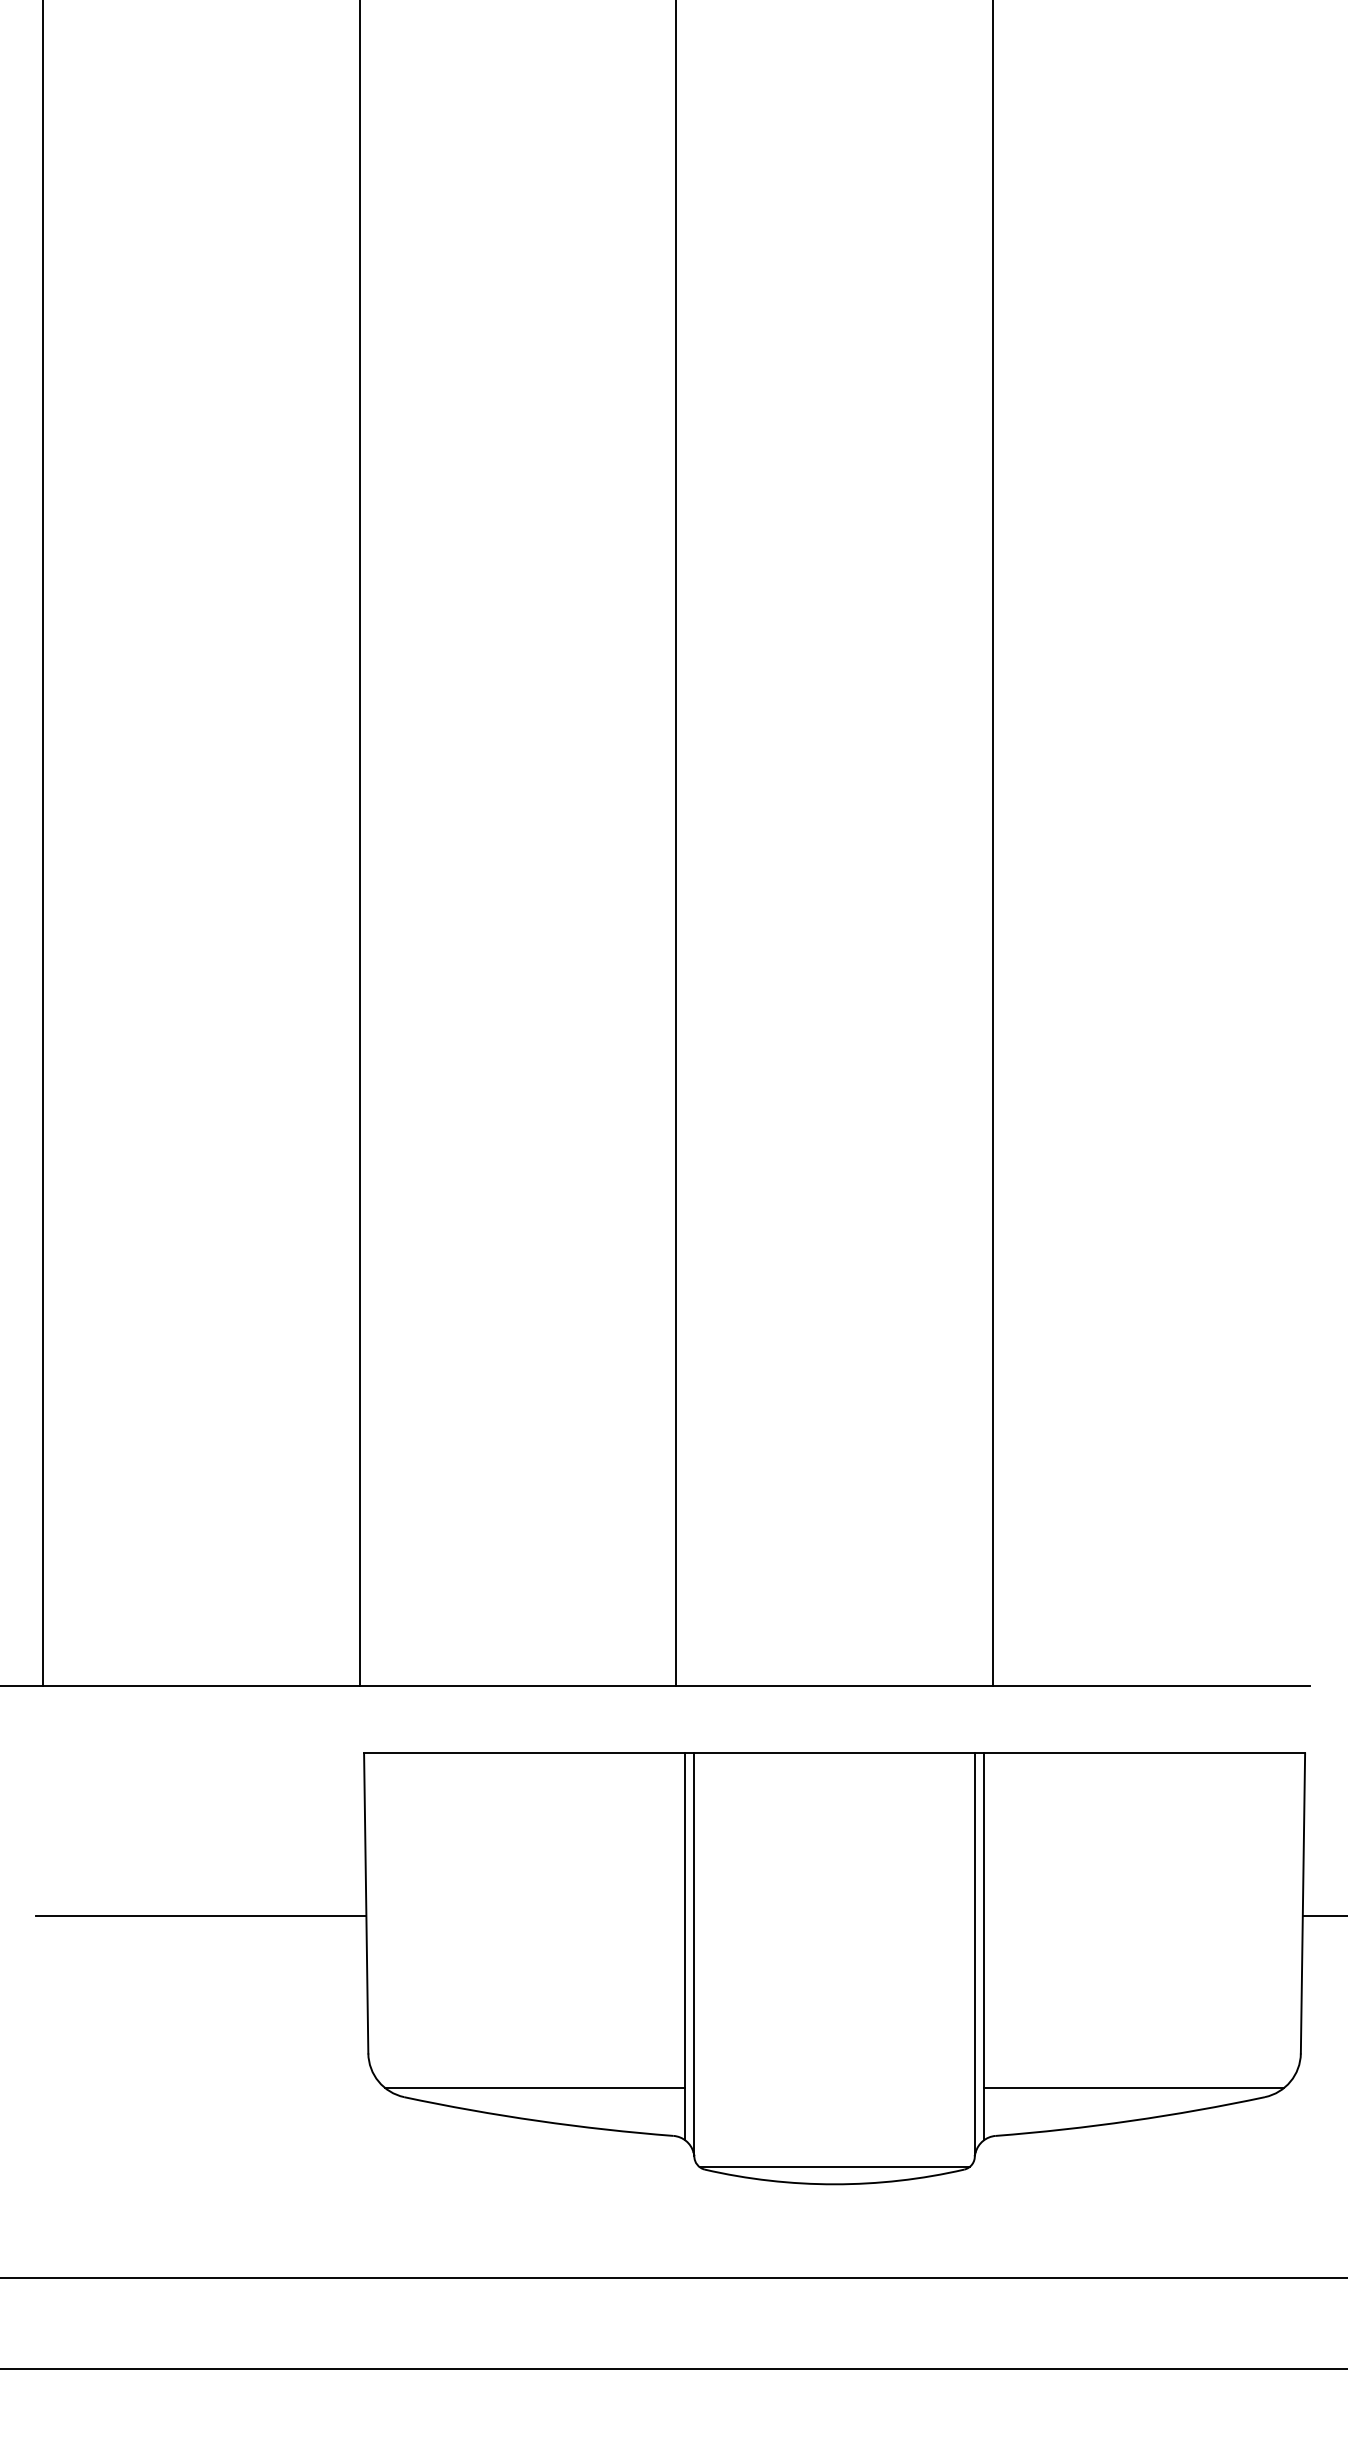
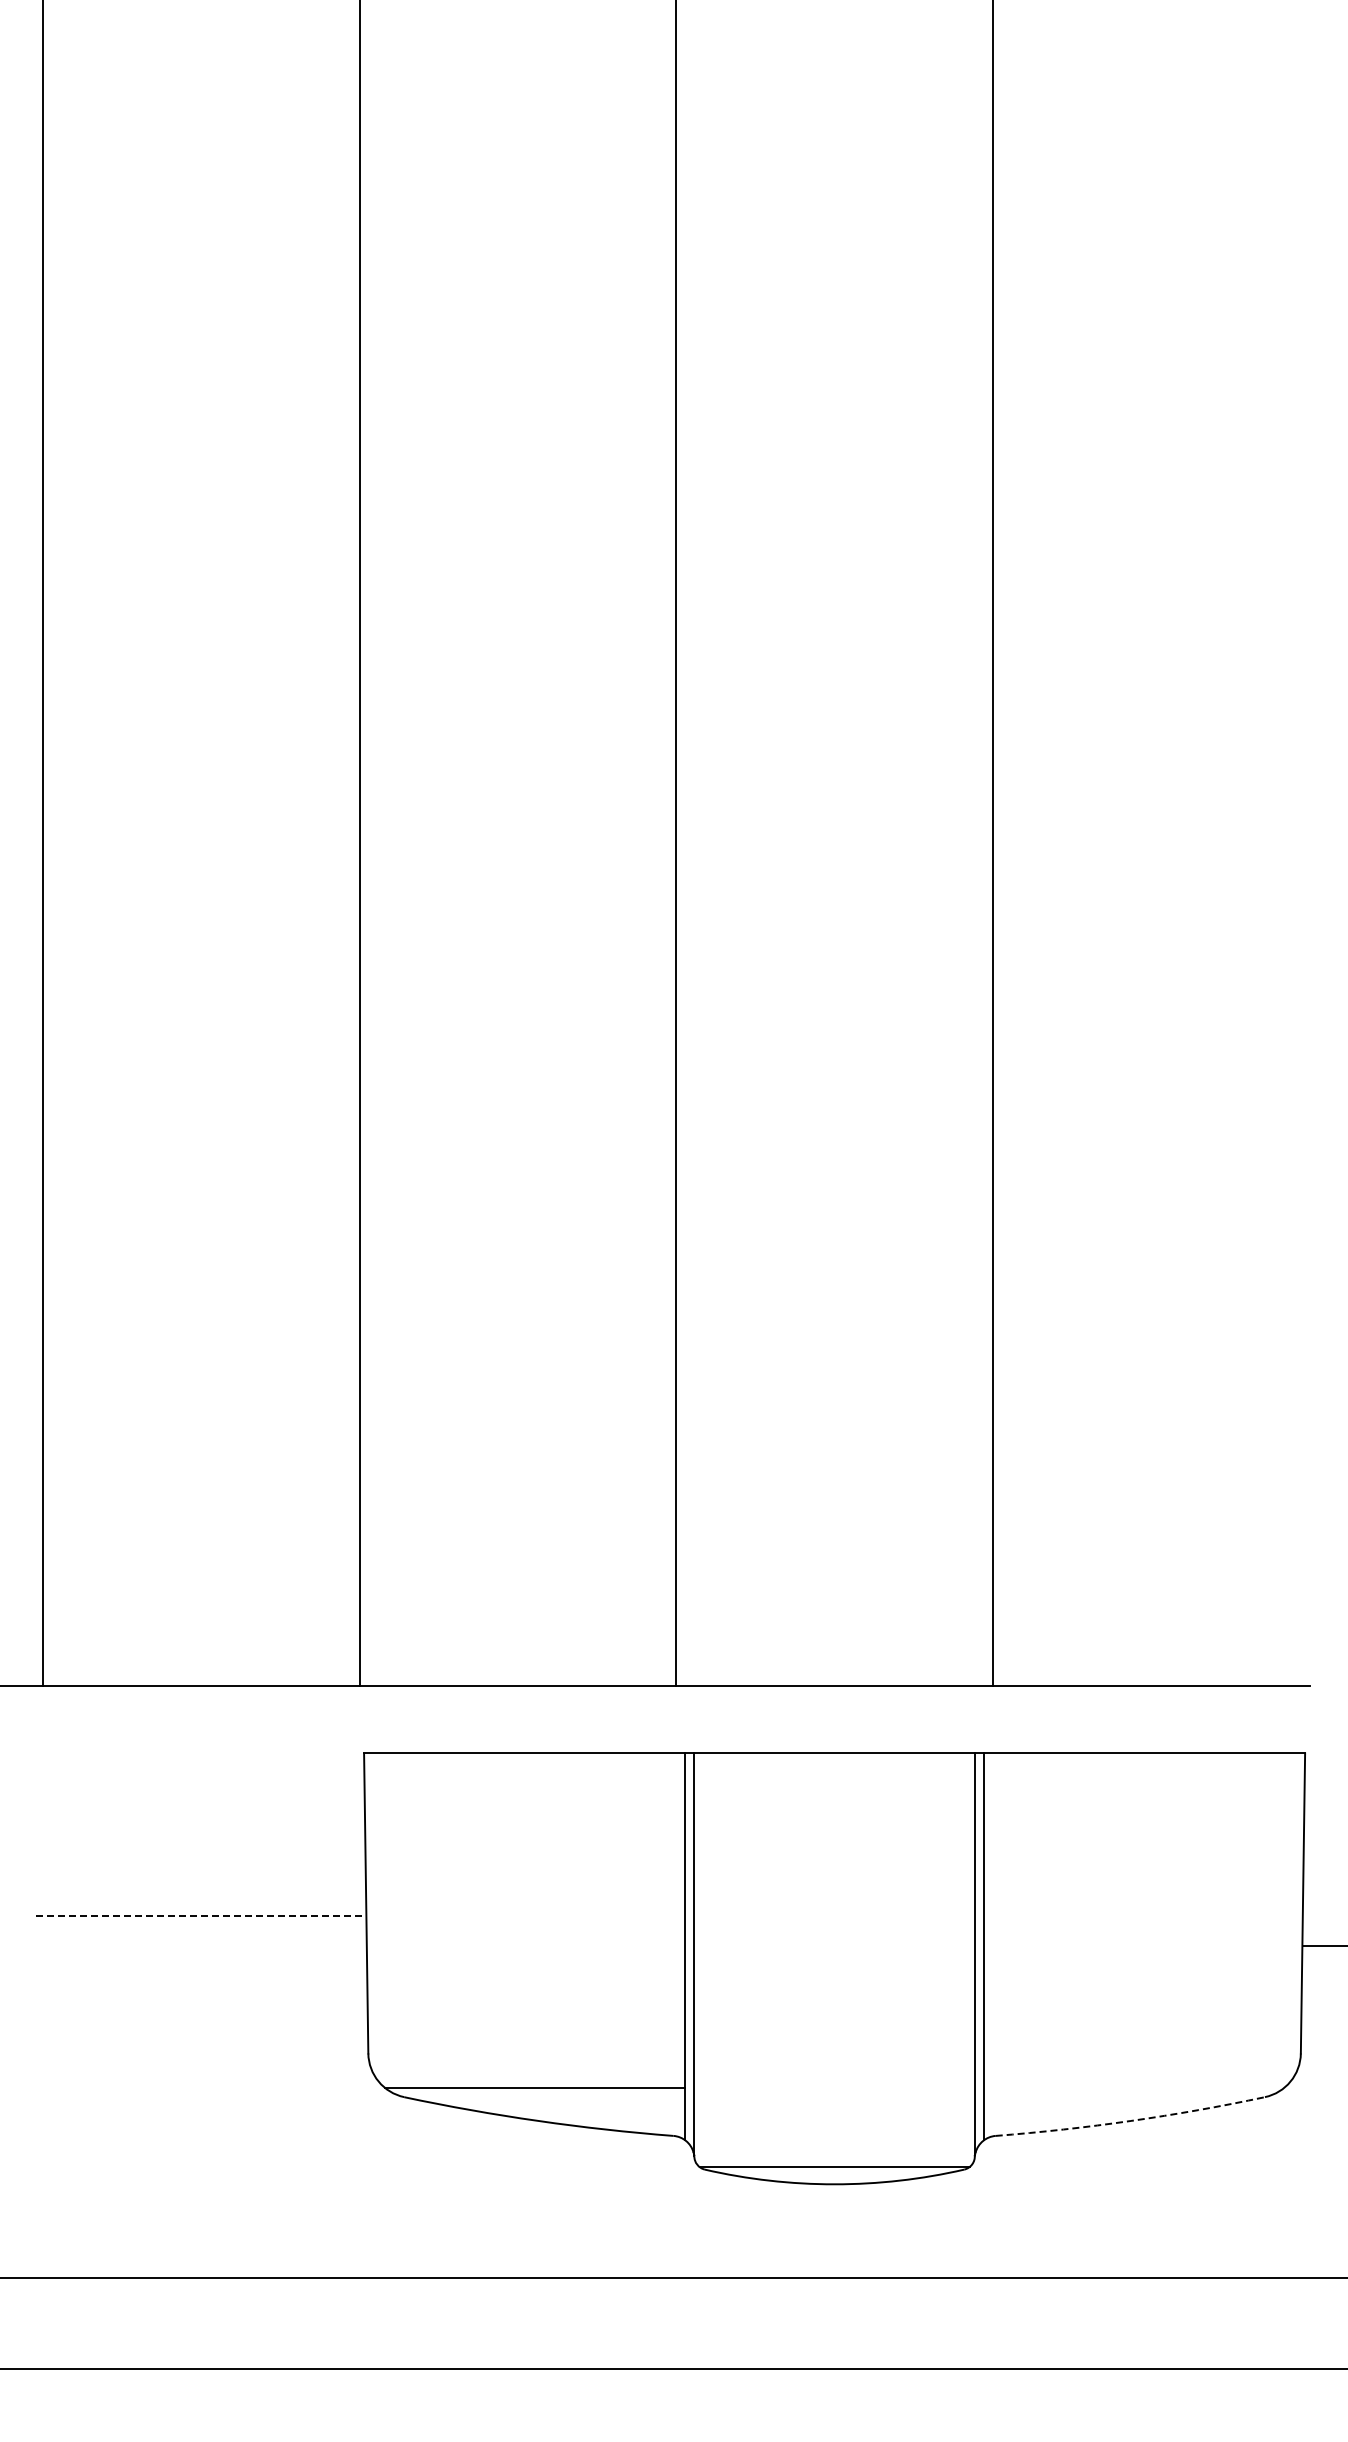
line at (201, 1916): solid -> dashed
line at (1323, 1916) position: (1323, 1916) -> (1323, 1946)
line at (1133, 2088): present -> none
arc at (1130, 2120): solid -> dashed
